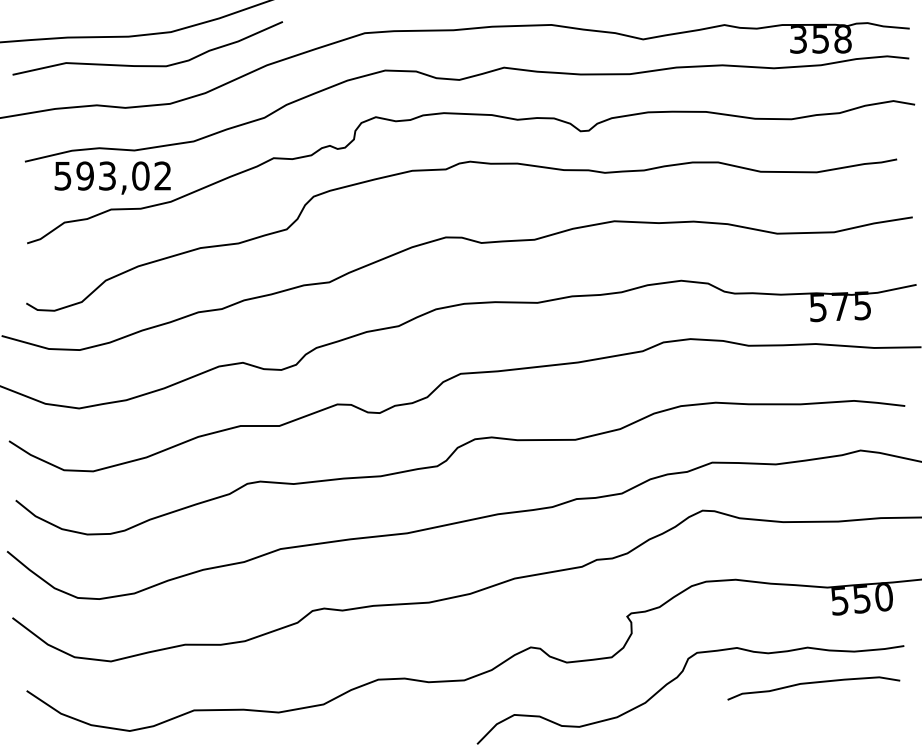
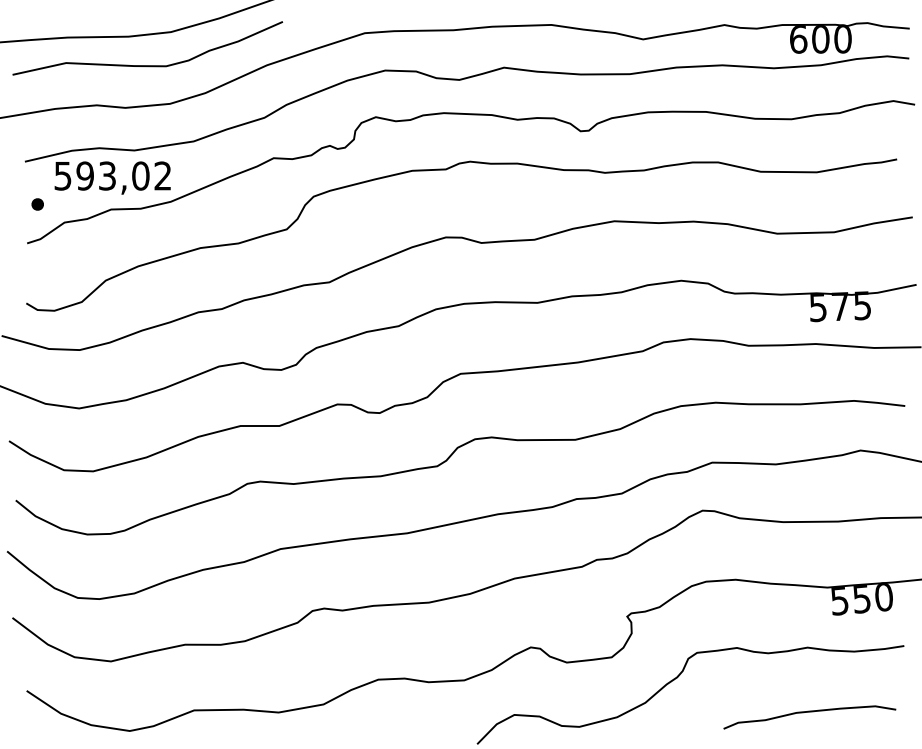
text at (820, 39): 358 -> 600
part at (37, 204): none -> present
curve at (813, 683) position: (813, 683) -> (809, 712)
